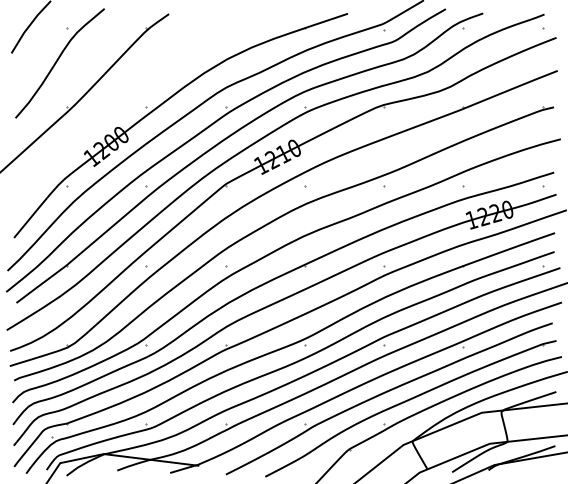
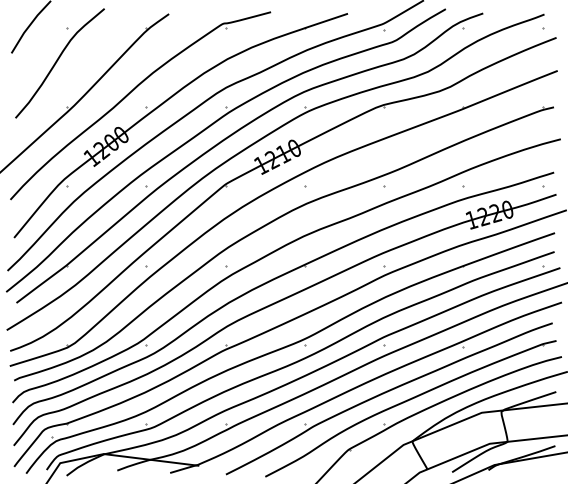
part at (129, 94): none -> present
